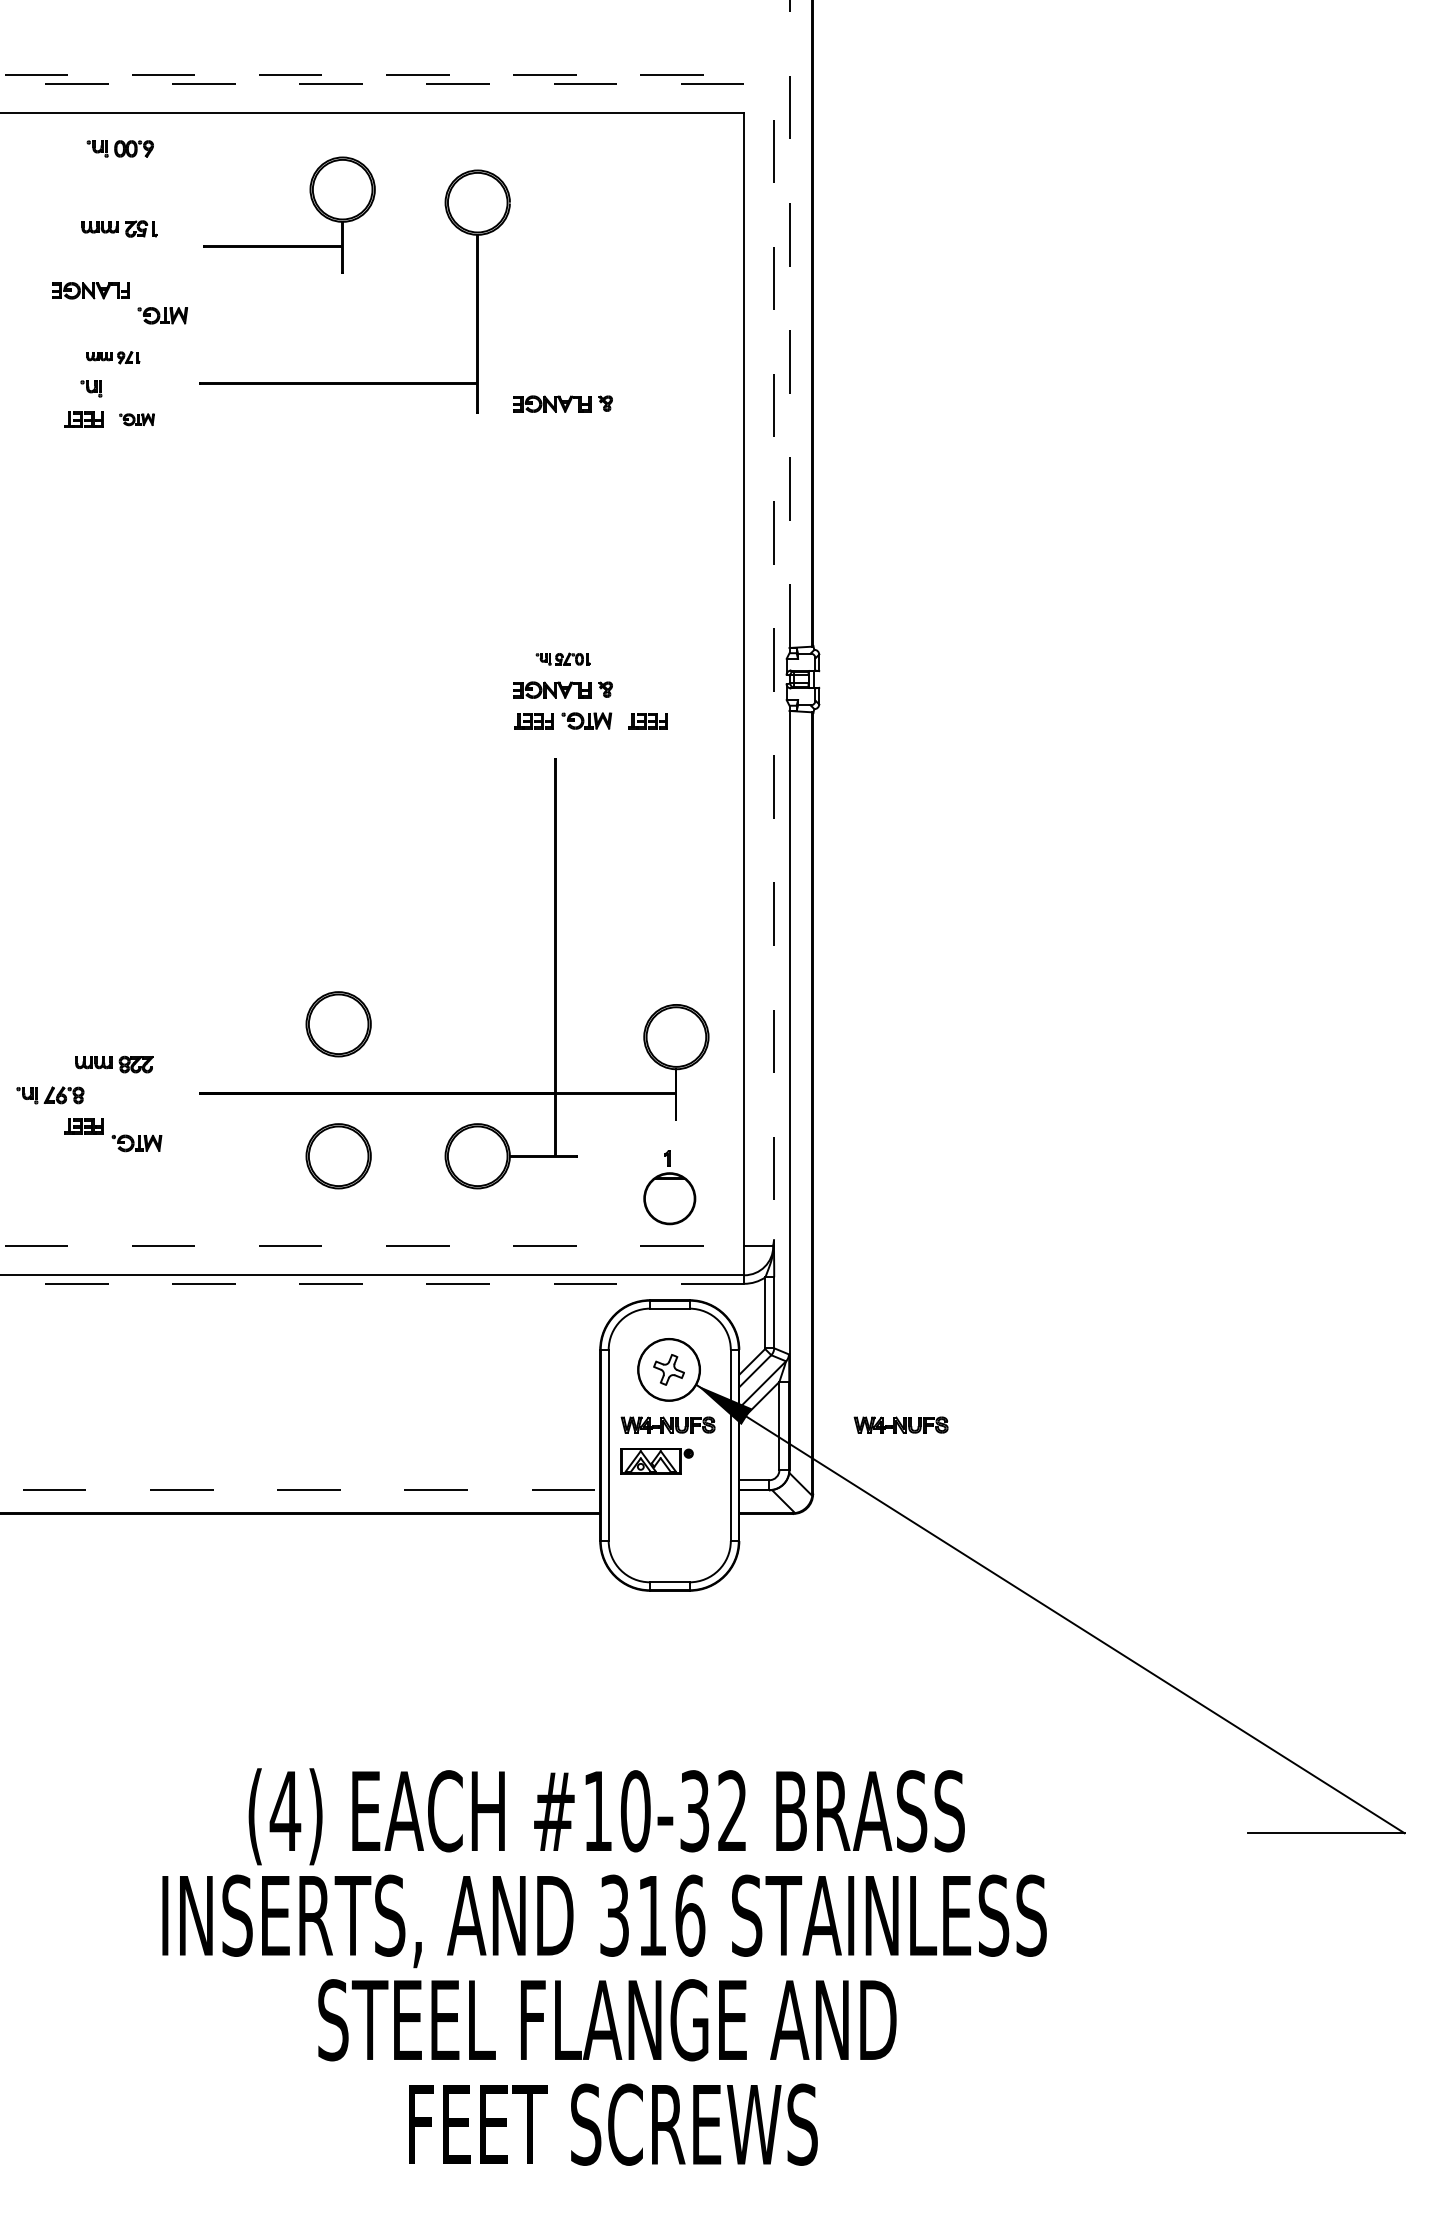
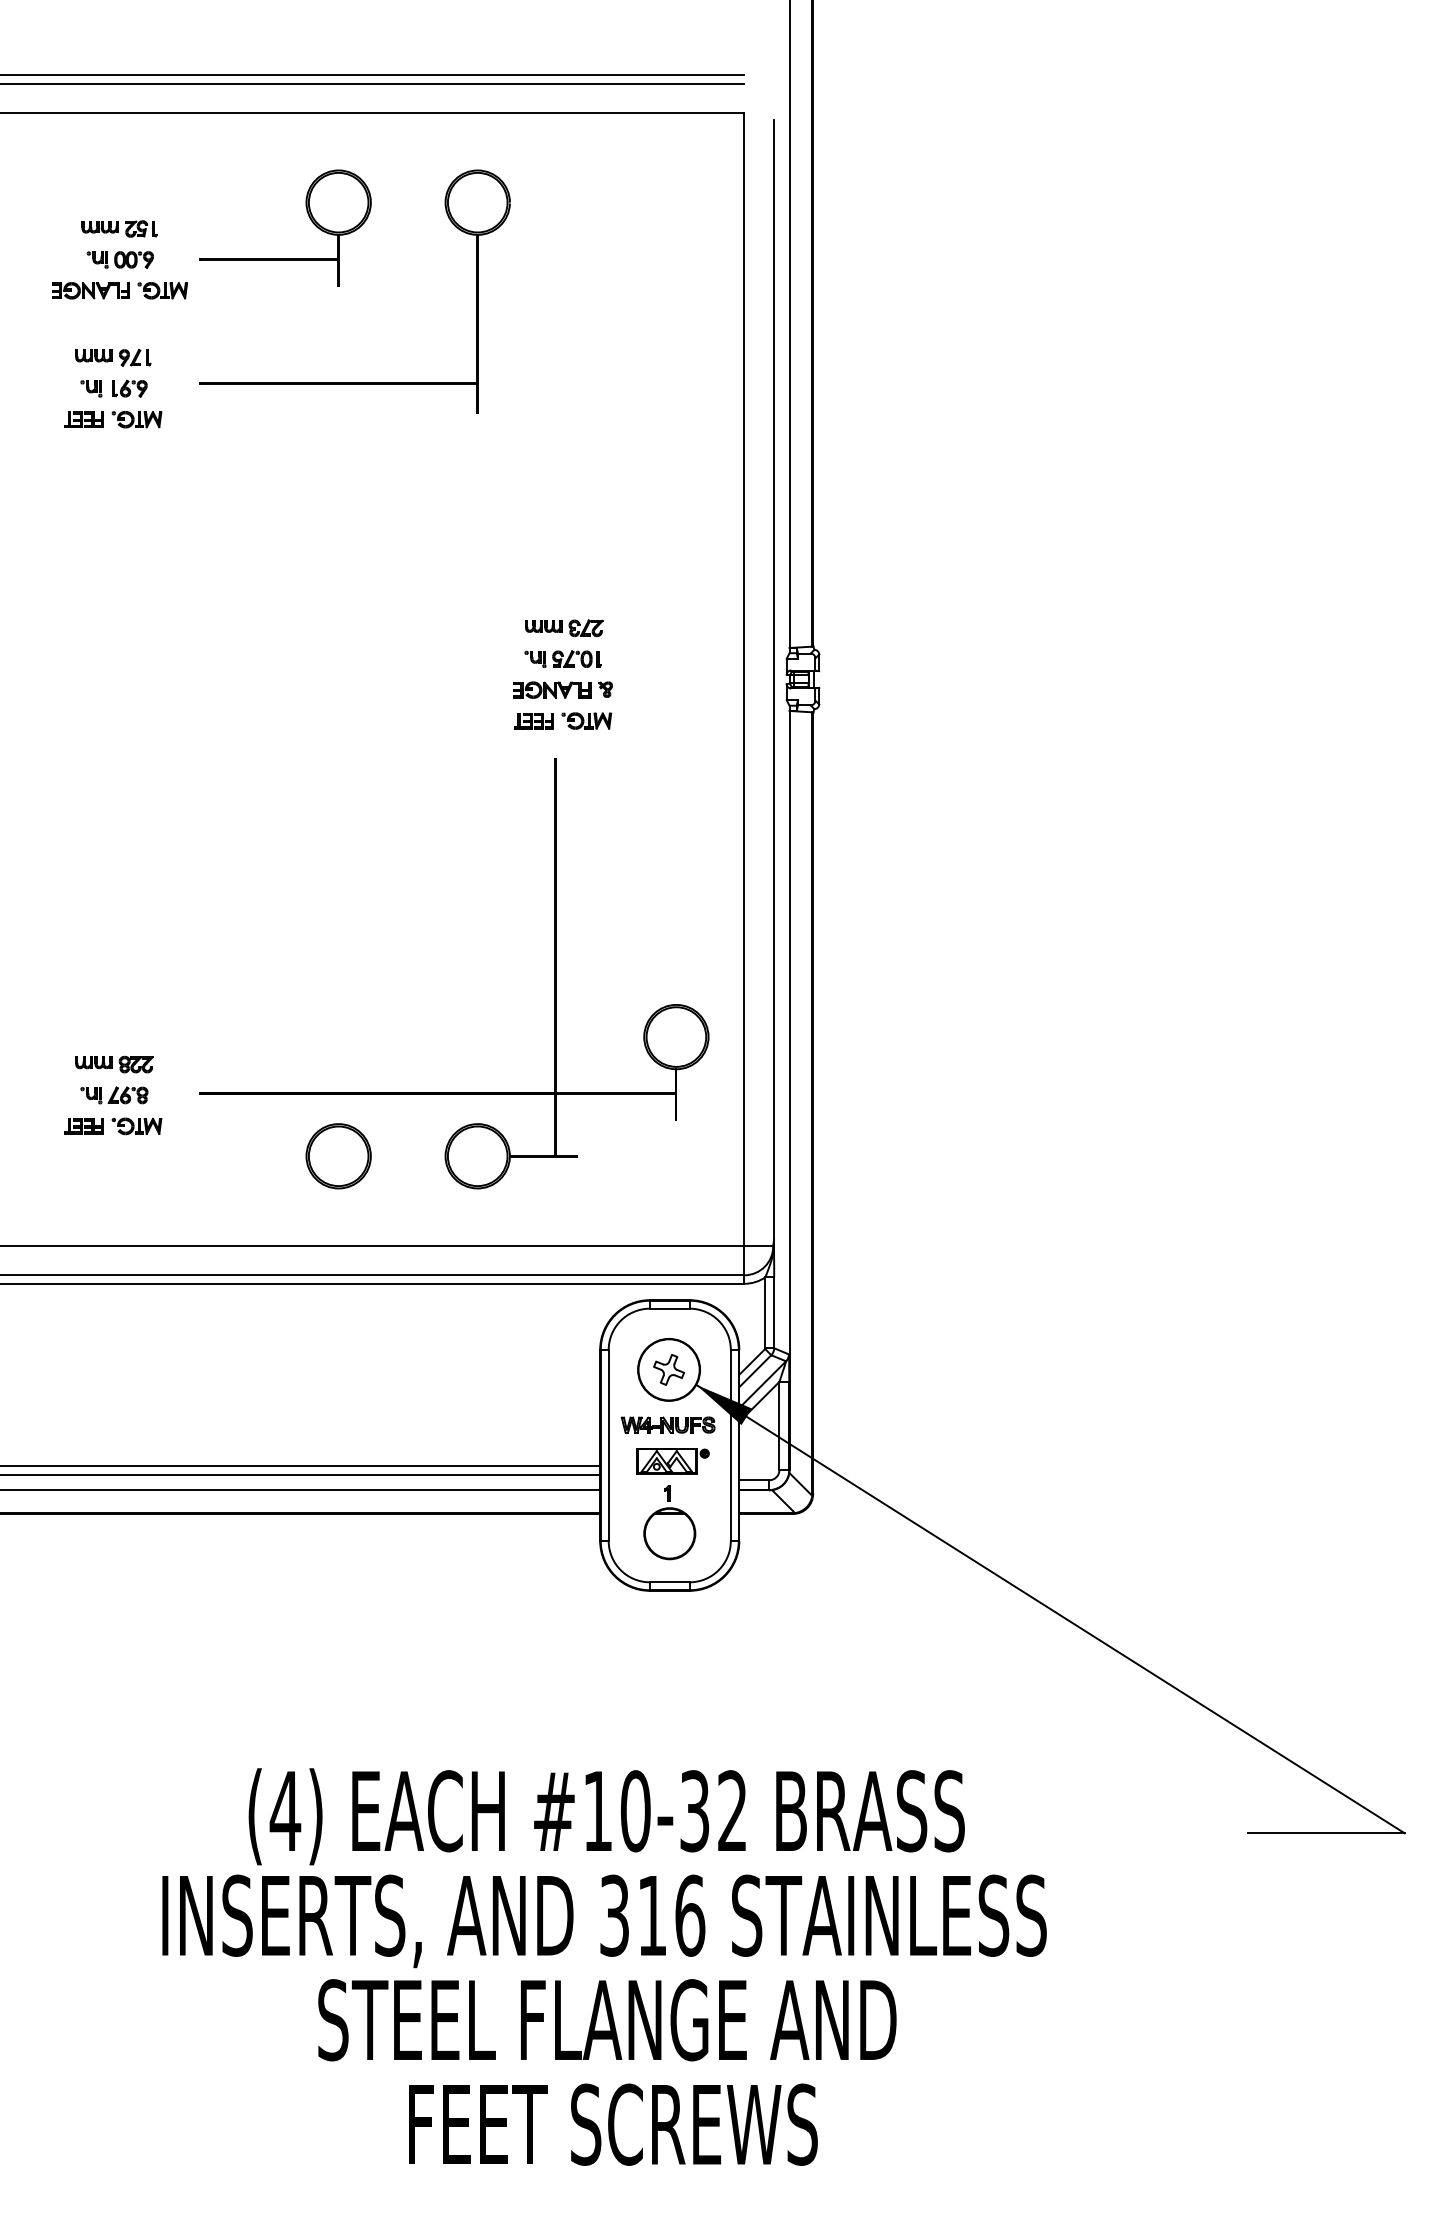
line at (372, 75): dashed -> solid
line at (372, 83): dashed -> solid
part at (119, 148) position: (119, 148) -> (119, 259)
part at (312, 203) position: (312, 203) -> (308, 216)
part at (162, 315) position: (162, 315) -> (162, 290)
line at (789, 324): dashed -> solid
part at (113, 357) size: 55x14 px -> 77x19 px
part at (129, 388): none -> present
part at (562, 403): present -> none
part at (136, 419) size: 36x14 px -> 52x18 px
part at (564, 628): none -> present
part at (562, 658) size: 56x14 px -> 78x19 px
line at (774, 679): dashed -> solid
part at (647, 721): present -> none
part at (338, 1024): present -> none
part at (50, 1095) position: (50, 1095) -> (114, 1095)
part at (136, 1143) position: (136, 1143) -> (136, 1126)
part at (669, 1187) position: (669, 1187) -> (669, 1522)
line at (372, 1246): dashed -> solid
line at (372, 1283): dashed -> solid
part at (900, 1424): present -> none
part at (656, 1461) position: (656, 1461) -> (672, 1461)
line at (301, 1466): none -> present
line at (301, 1474): none -> present
line at (300, 1490): dashed -> solid
